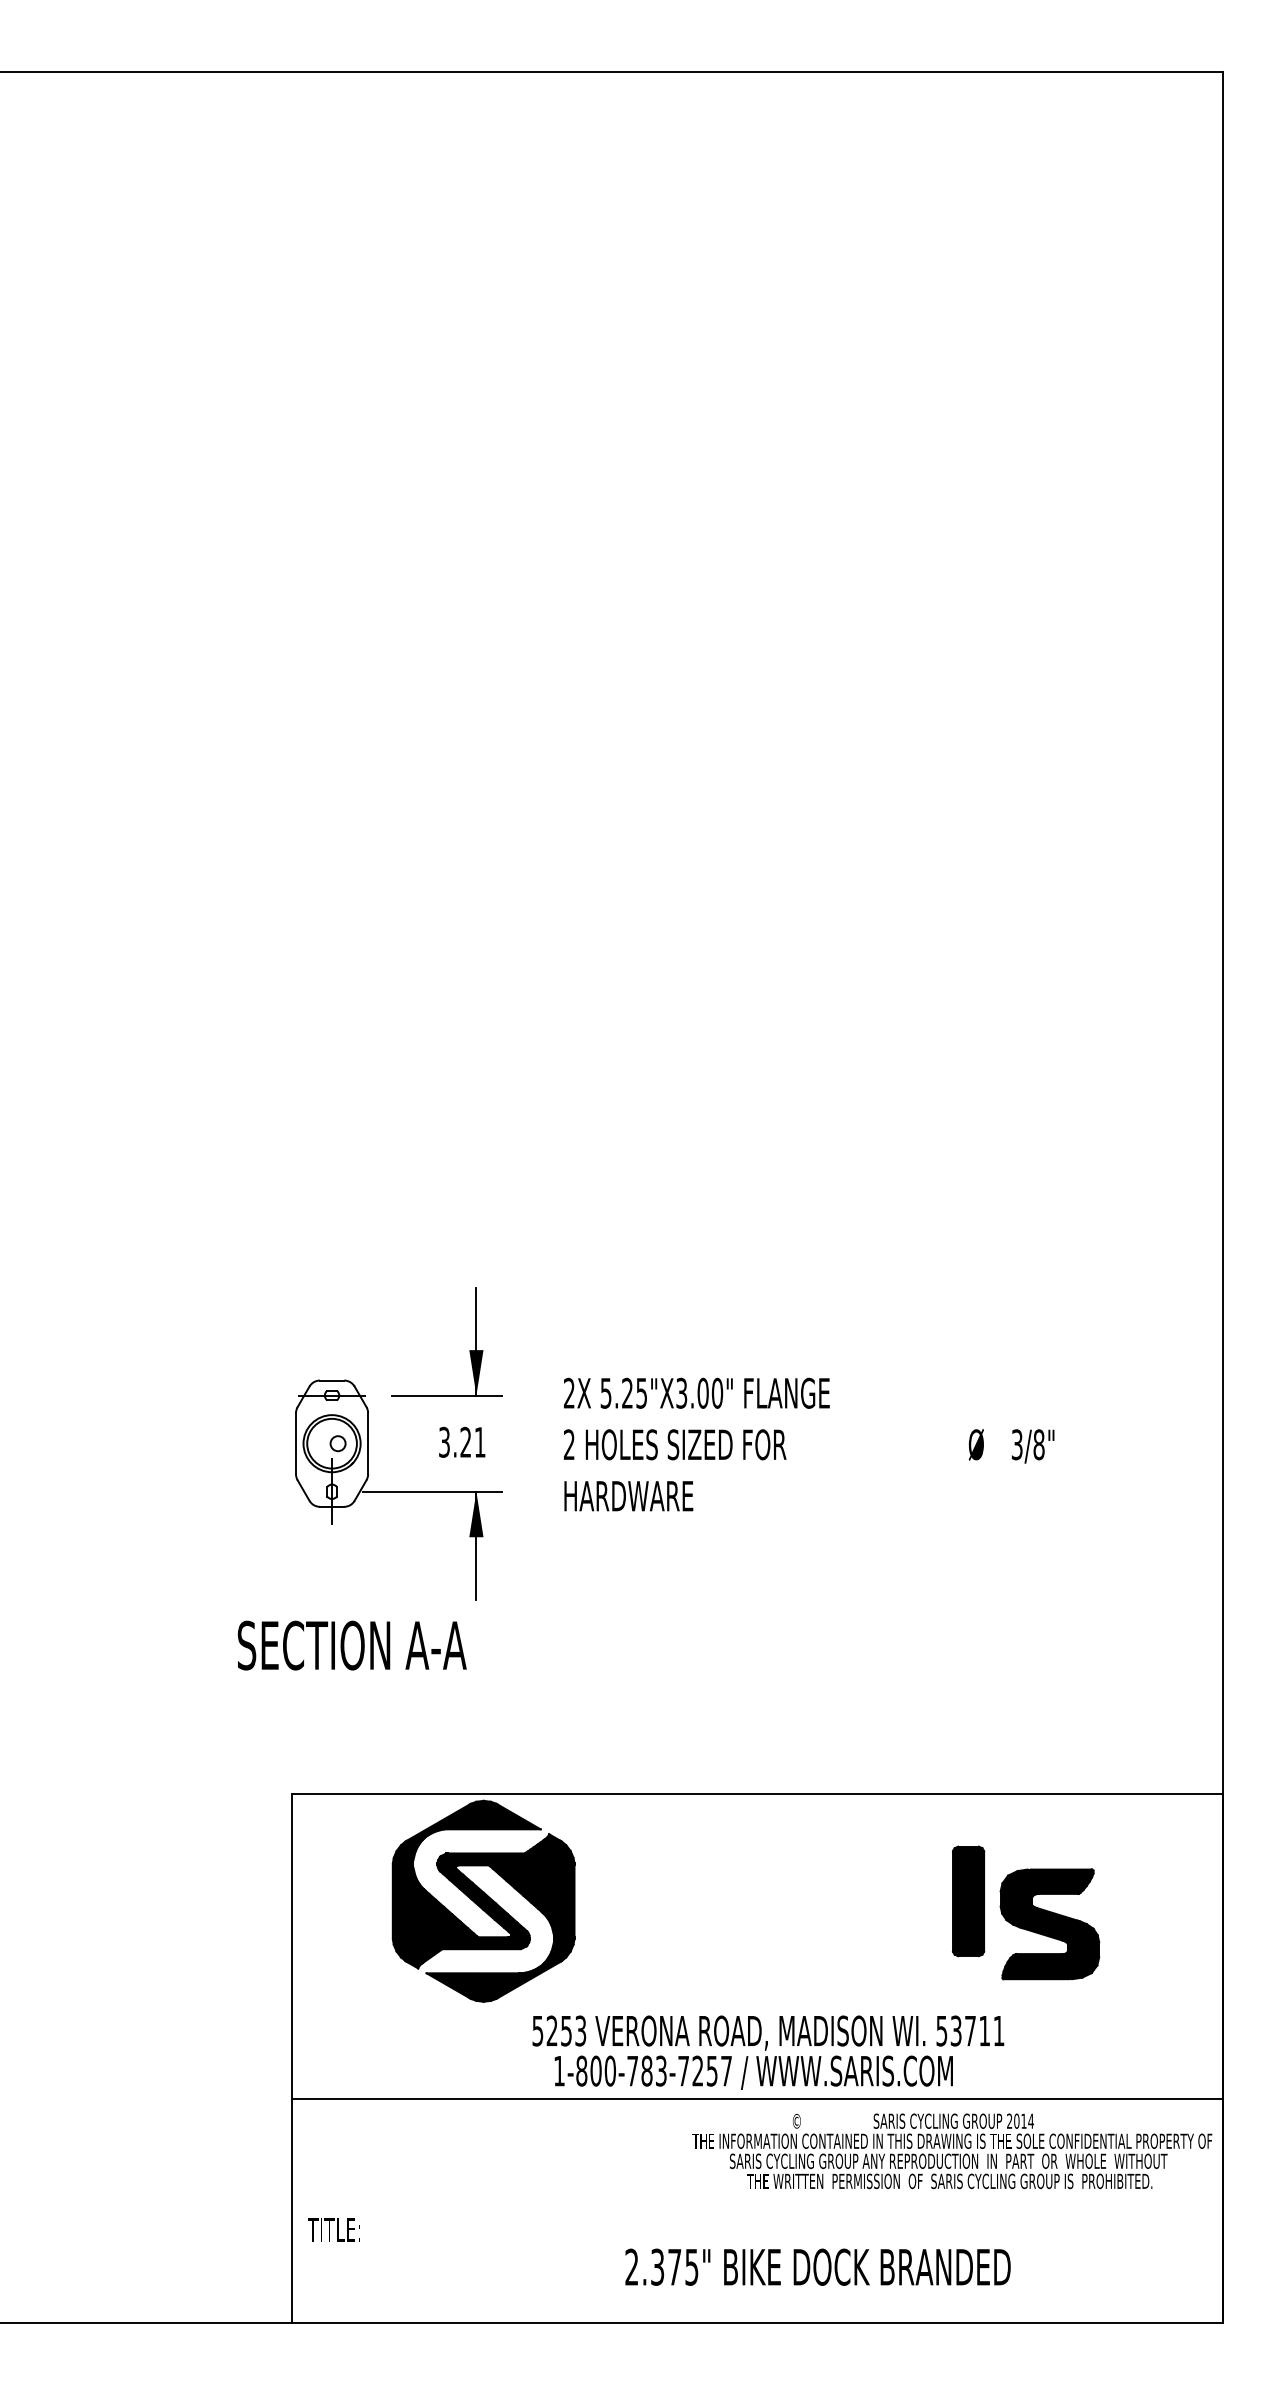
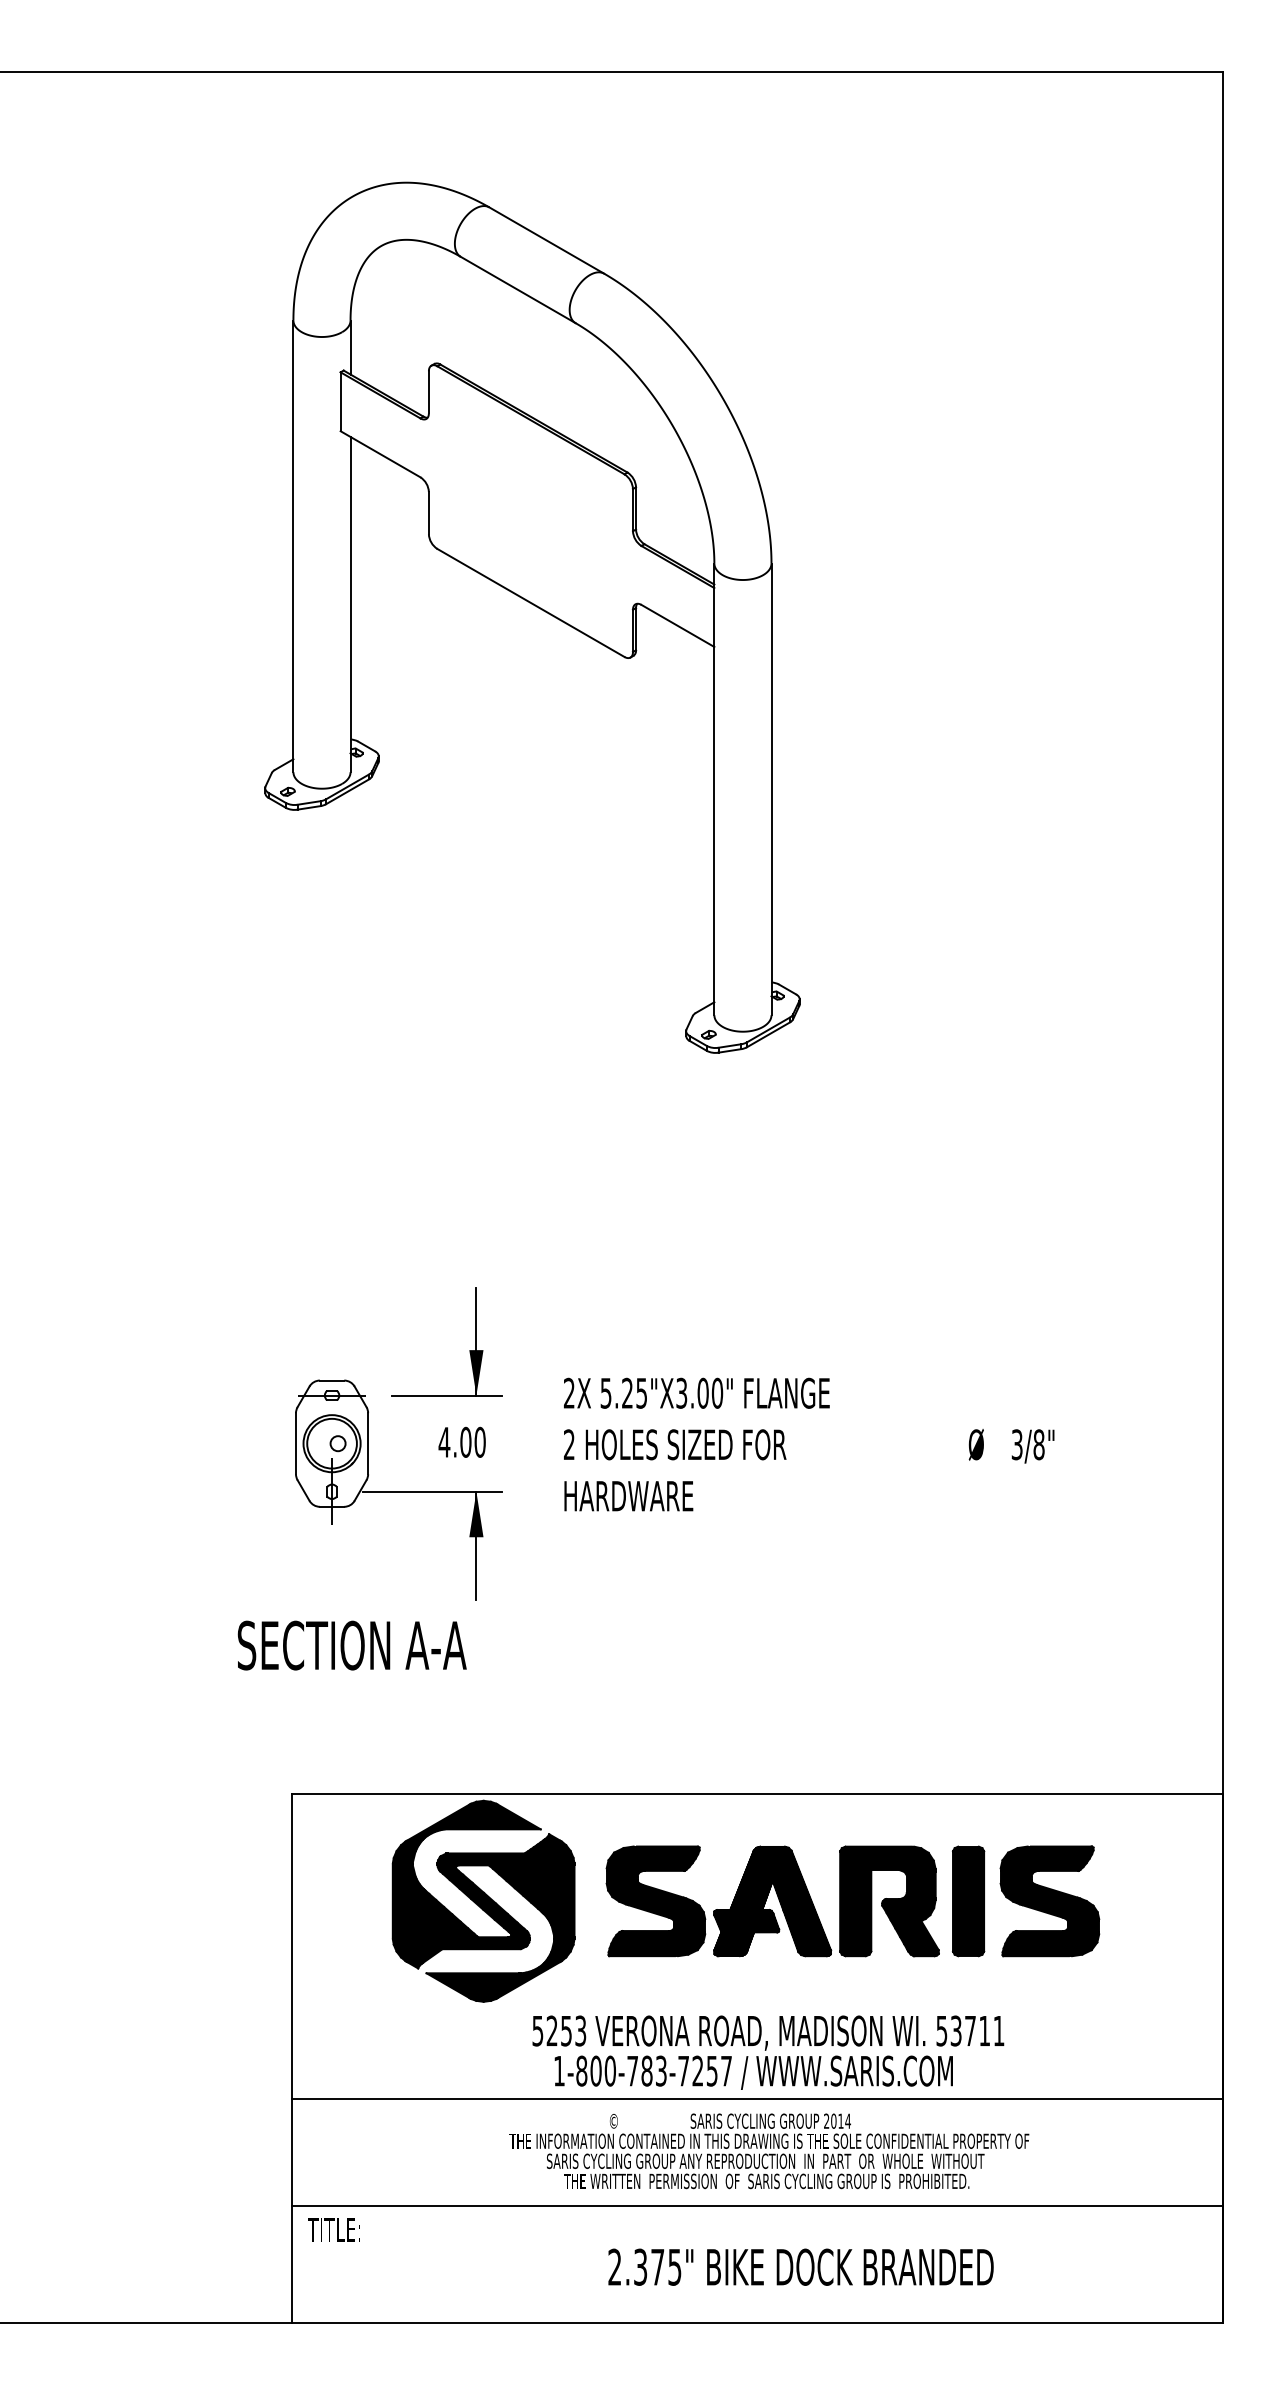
part at (536, 607): none -> present
text at (461, 1441): 3.21 -> 4.00
part at (772, 1901): none -> present
part at (1049, 1924) position: (1049, 1924) -> (1049, 1901)
text at (952, 2151) position: (952, 2151) -> (769, 2151)
line at (757, 2206): none -> present
text at (817, 2266) position: (817, 2266) -> (800, 2266)
